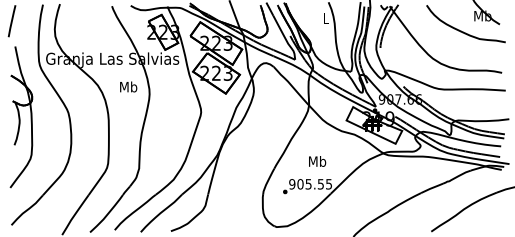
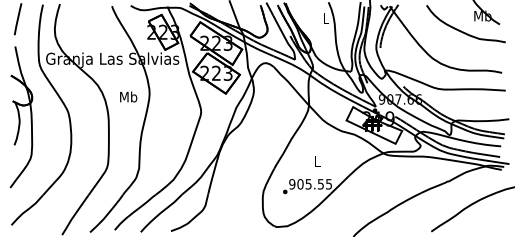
line at (11, 21) position: (11, 21) -> (17, 19)
text at (128, 86) position: (128, 86) -> (128, 96)
text at (317, 161): Mb -> L
